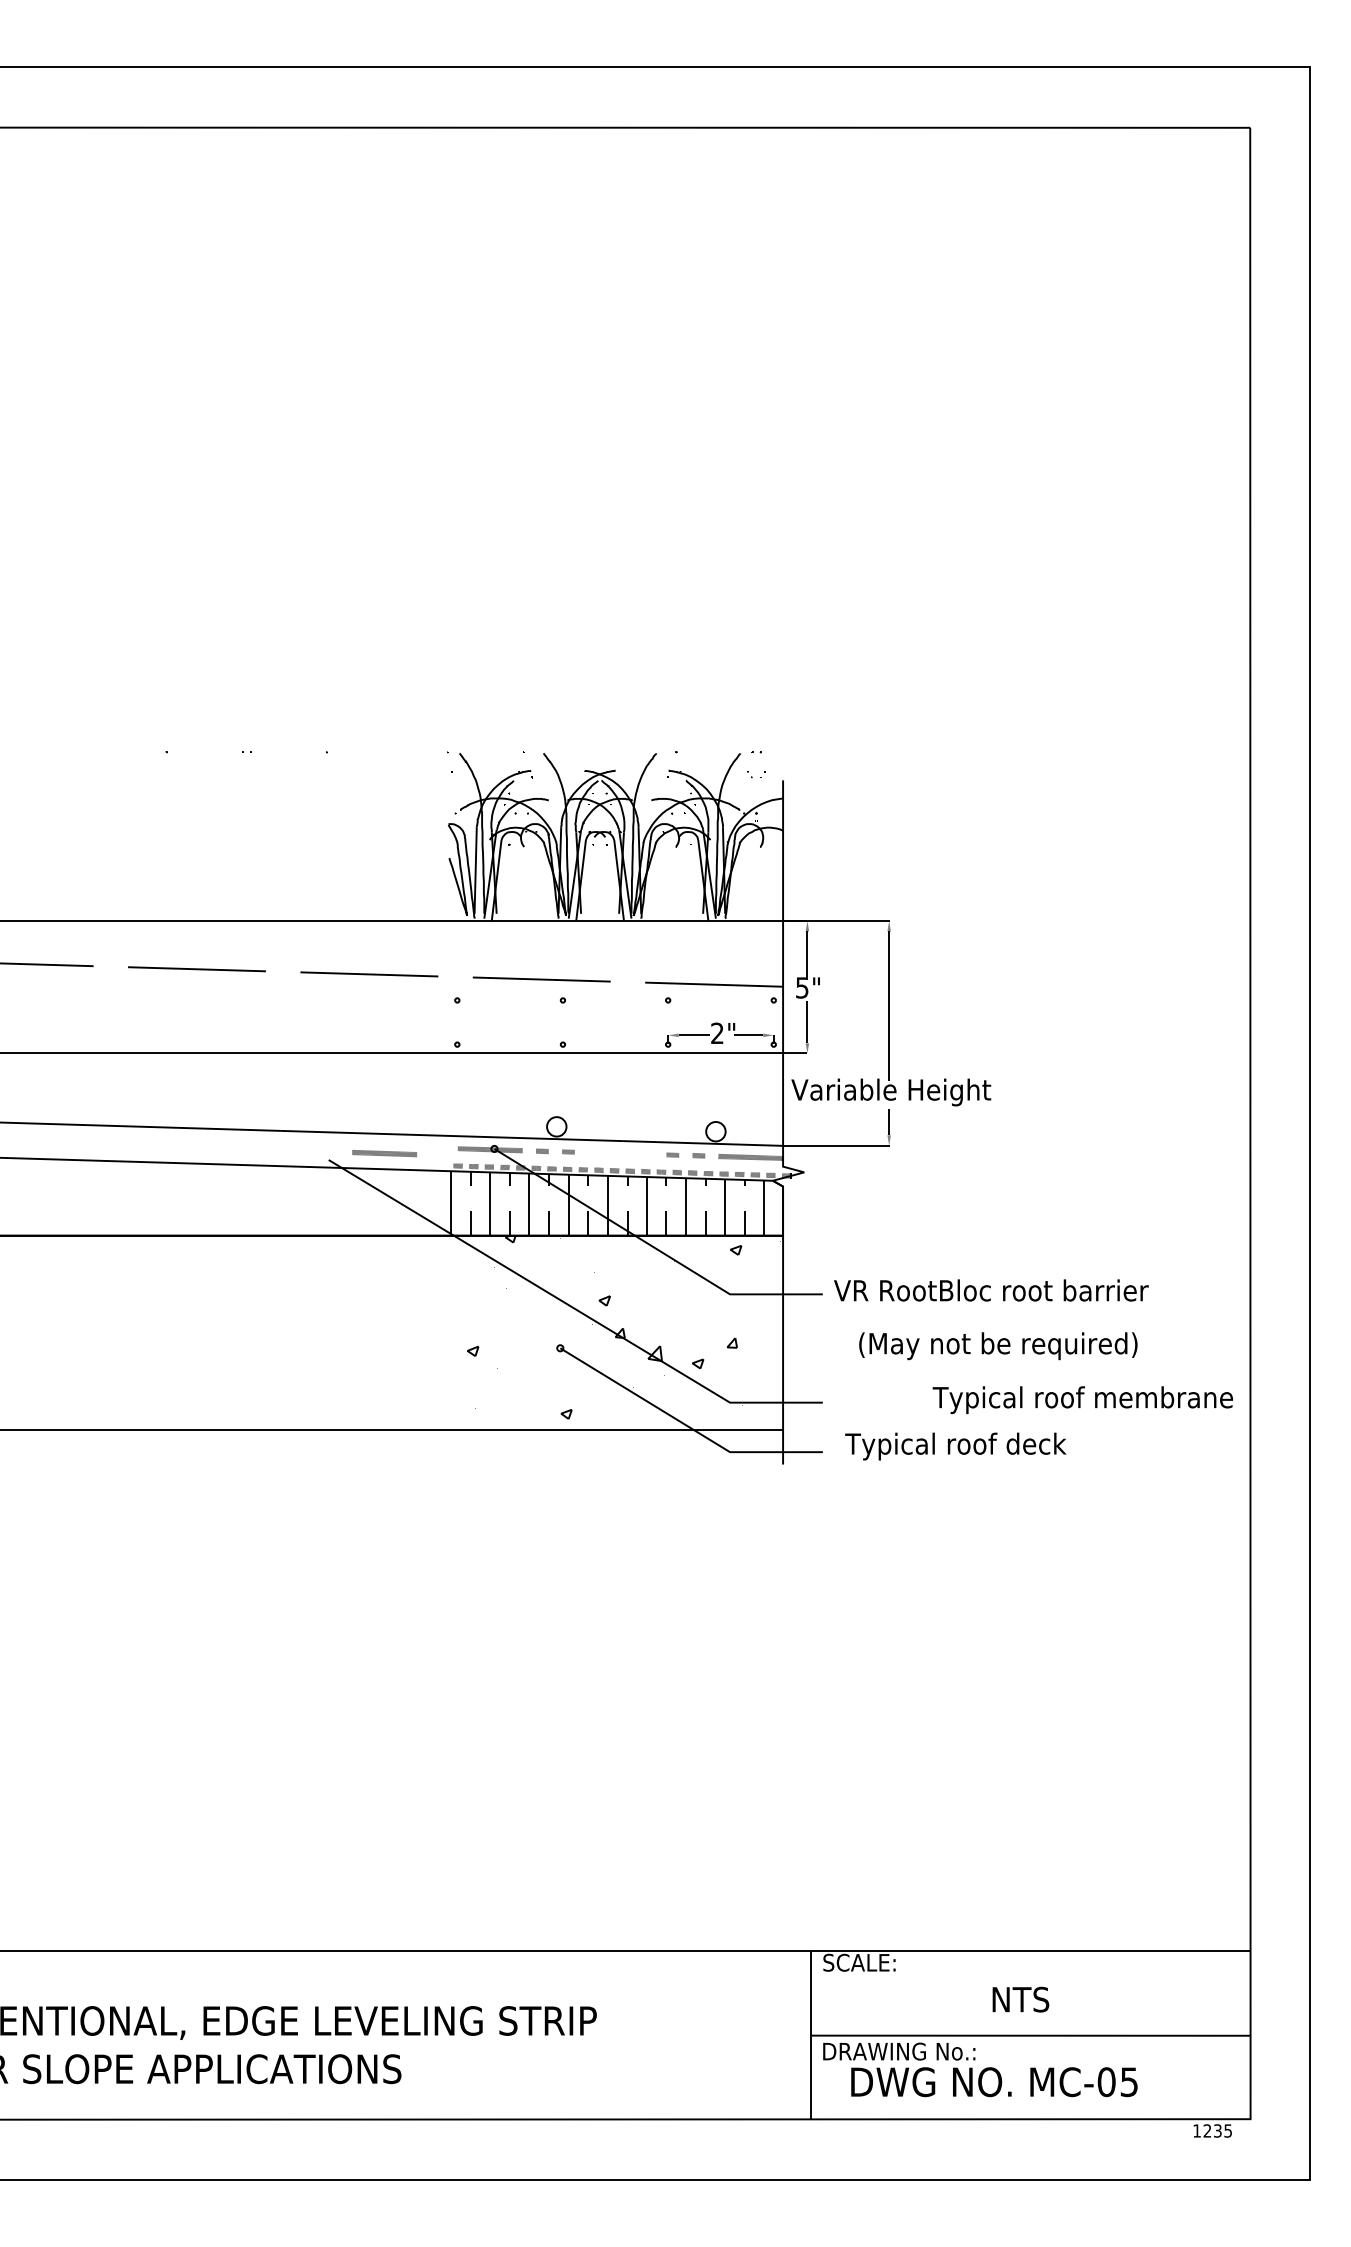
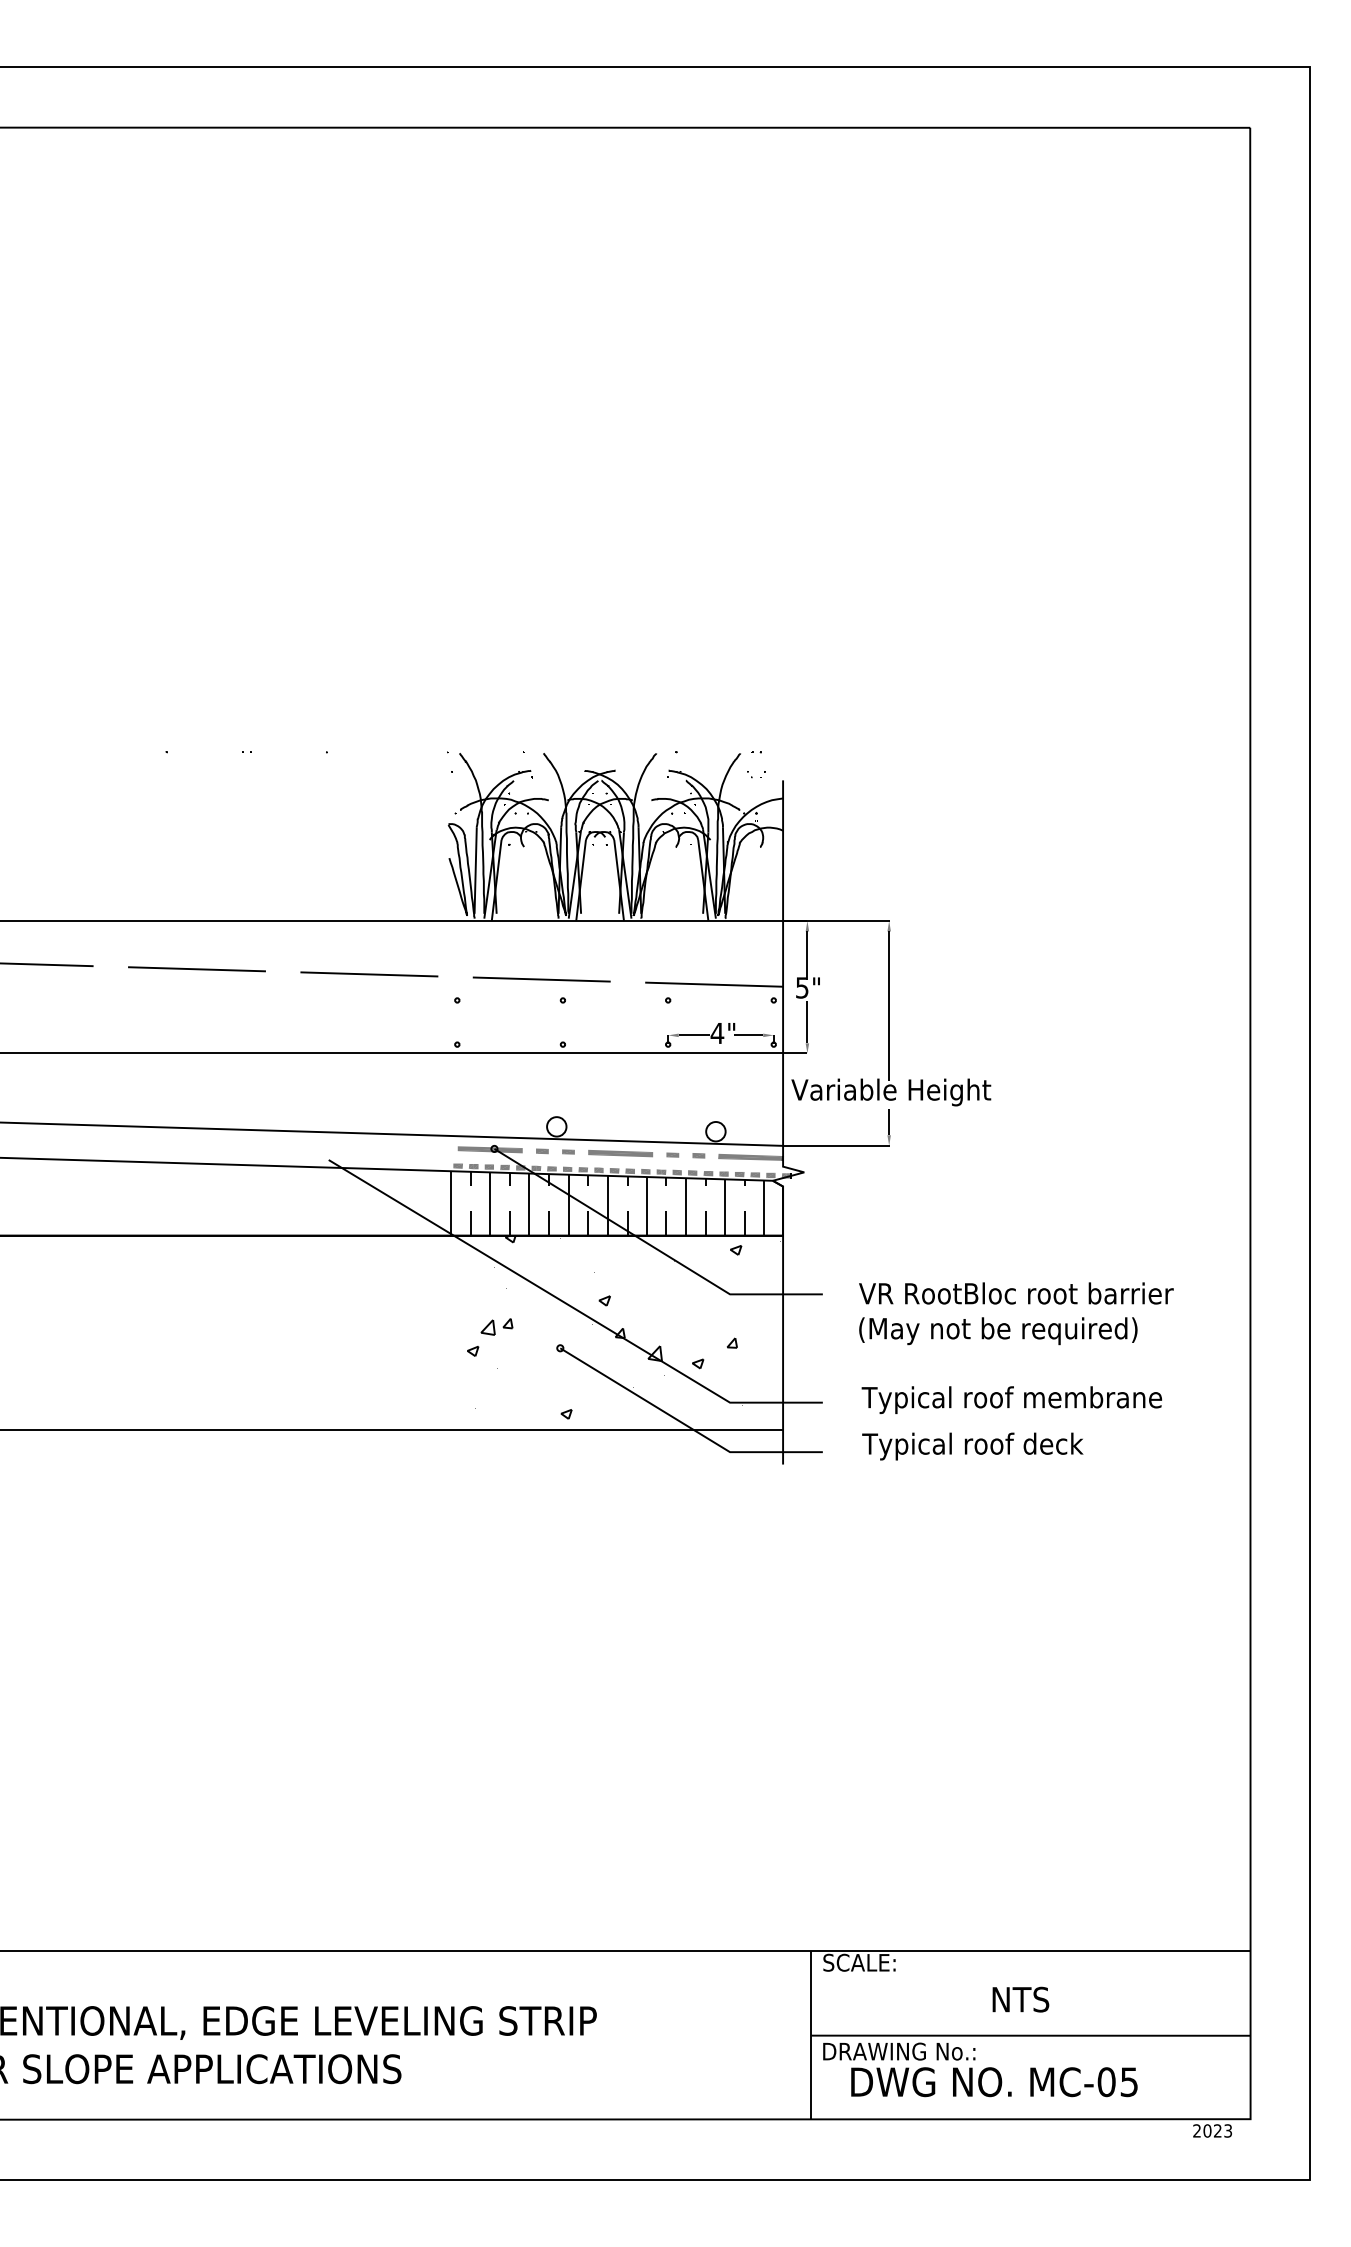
text at (717, 1032): 2" -> 4"
part at (384, 1153) position: (384, 1153) -> (620, 1153)
text at (991, 1290) position: (991, 1290) -> (1016, 1293)
part at (496, 1326): none -> present
text at (998, 1346) position: (998, 1346) -> (998, 1331)
text at (1082, 1399) position: (1082, 1399) -> (1011, 1399)
text at (955, 1446) position: (955, 1446) -> (972, 1446)
text at (1212, 2130): 1235 -> 2023
